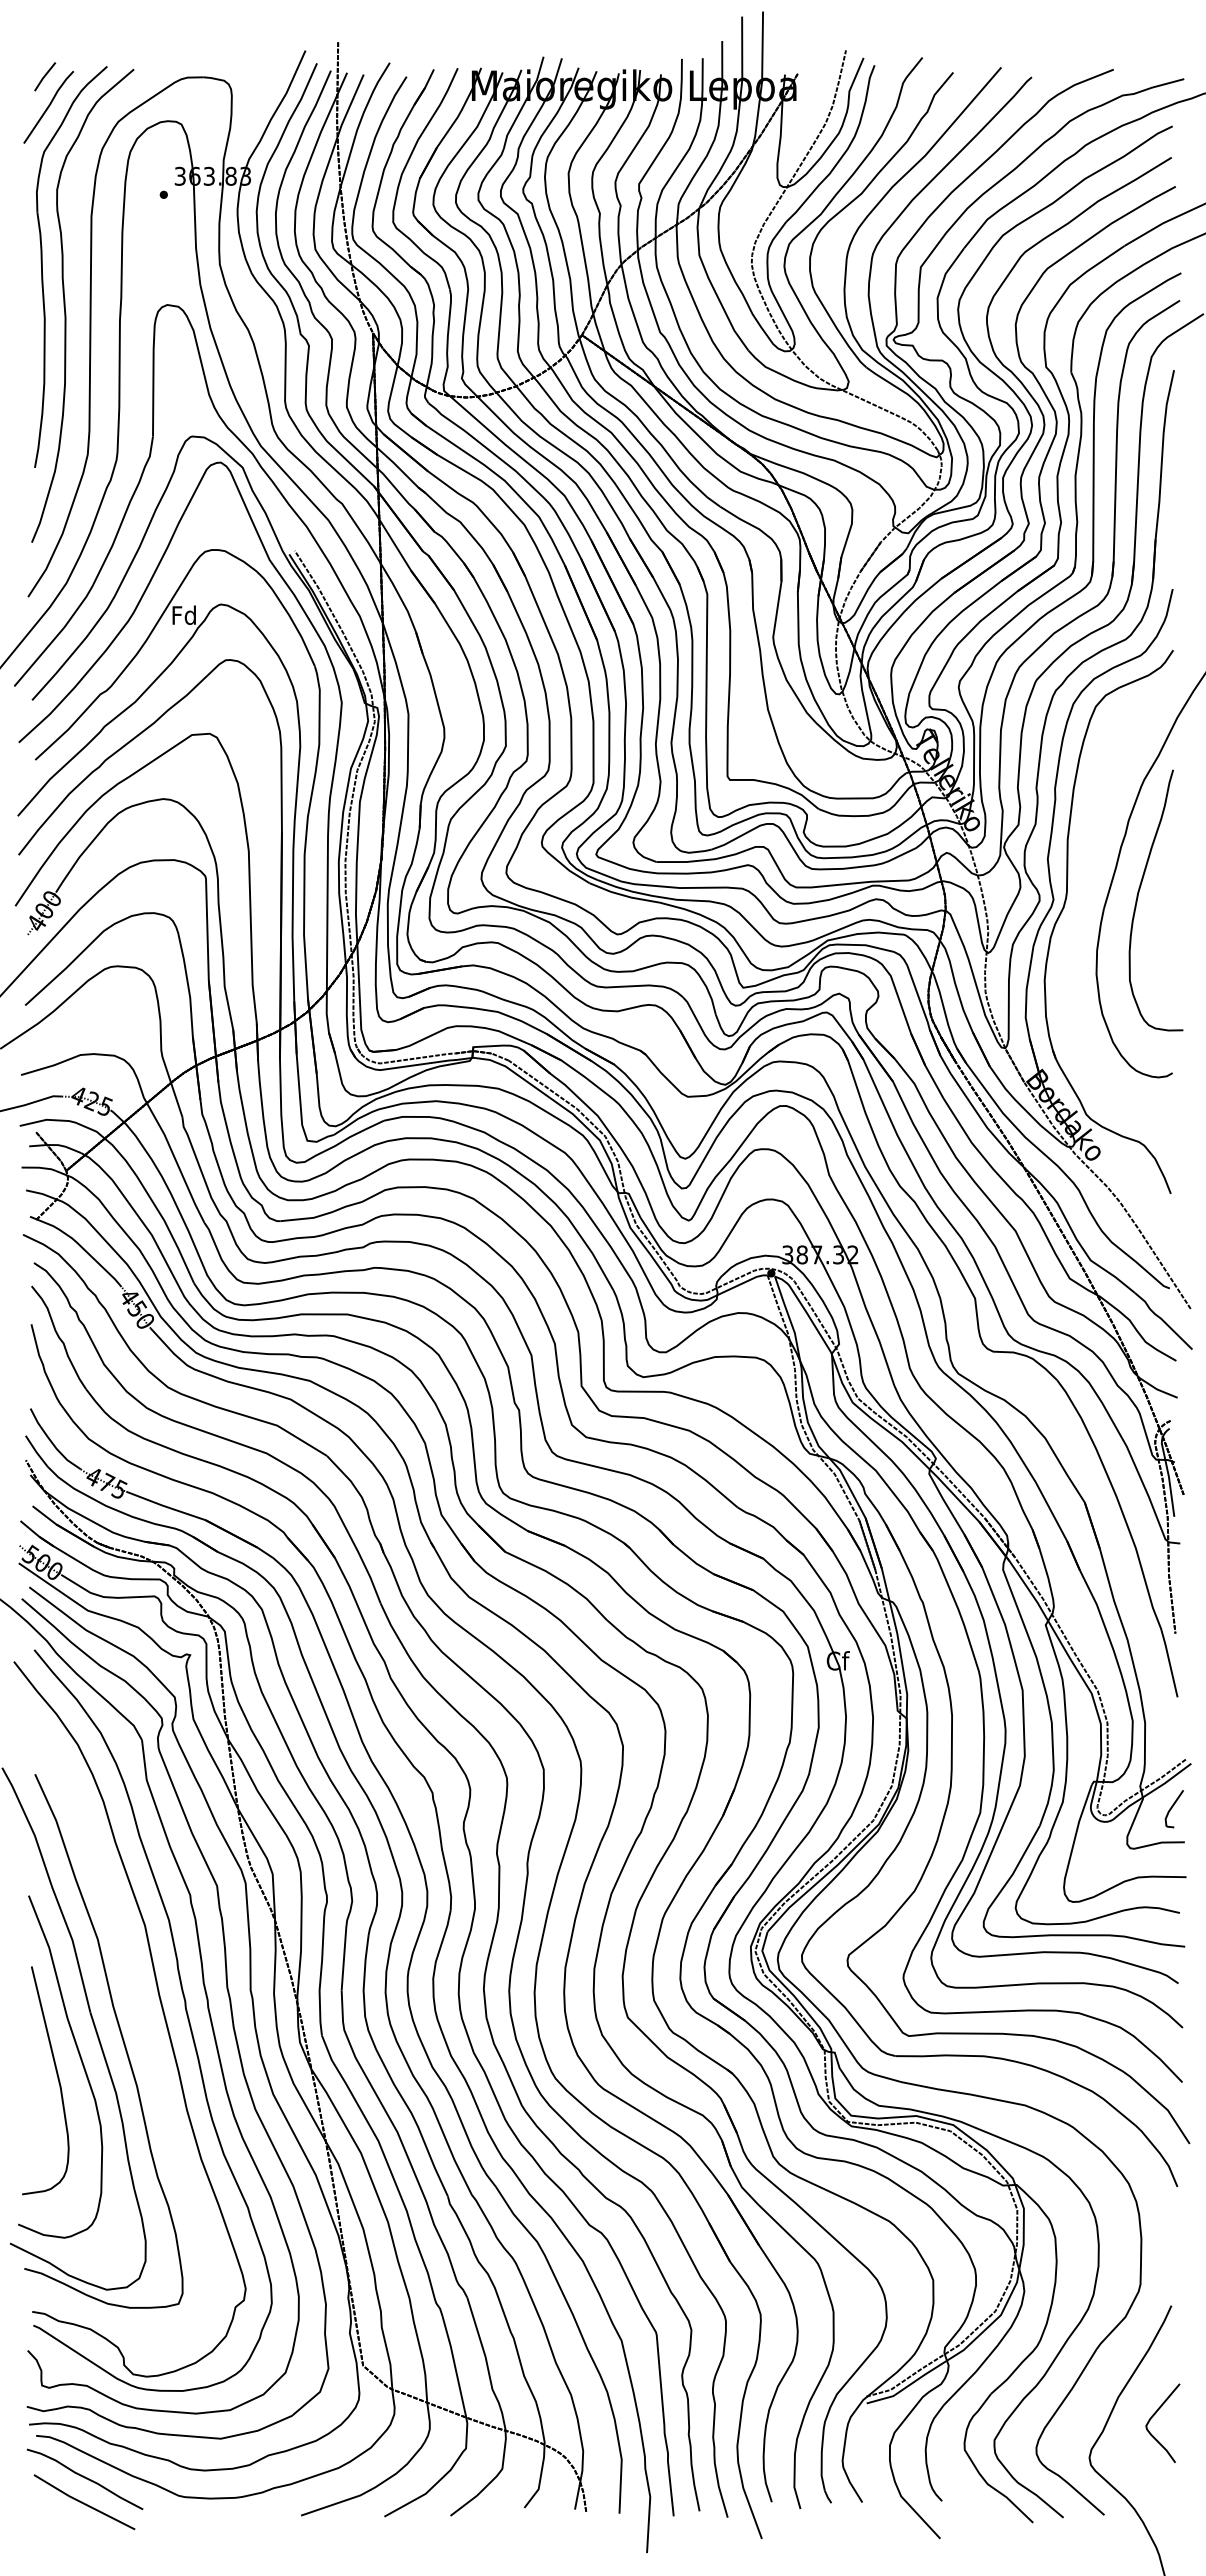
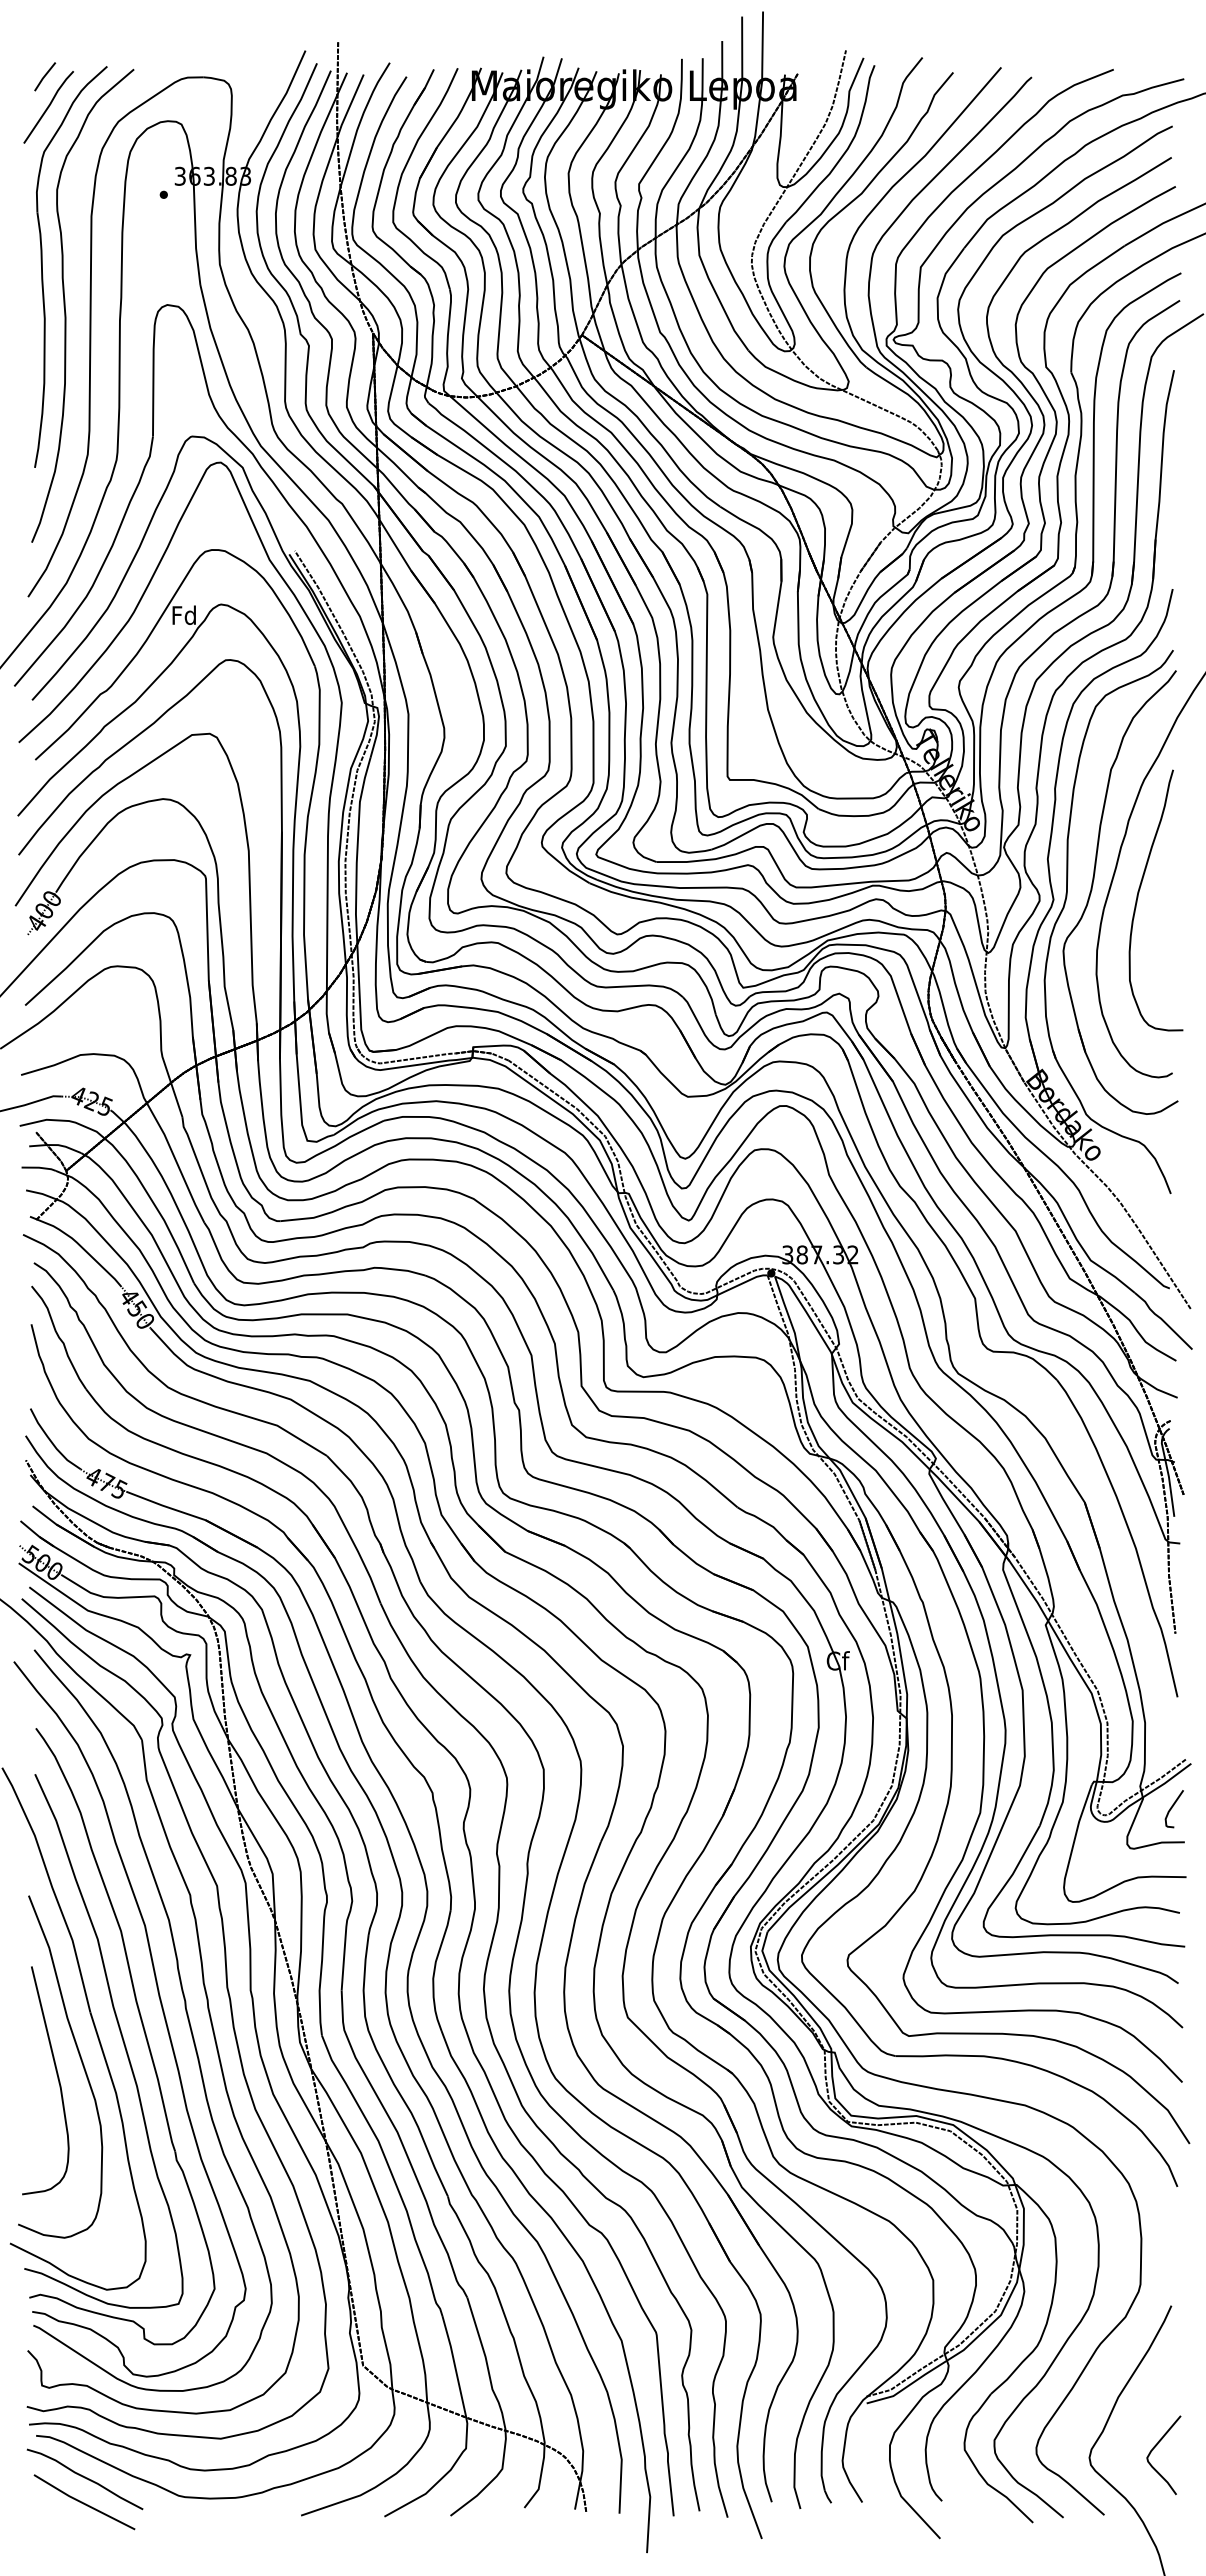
part at (1093, 885): none -> present
part at (143, 2031): none -> present
curve at (1154, 2415) position: (1154, 2415) -> (1155, 2447)
